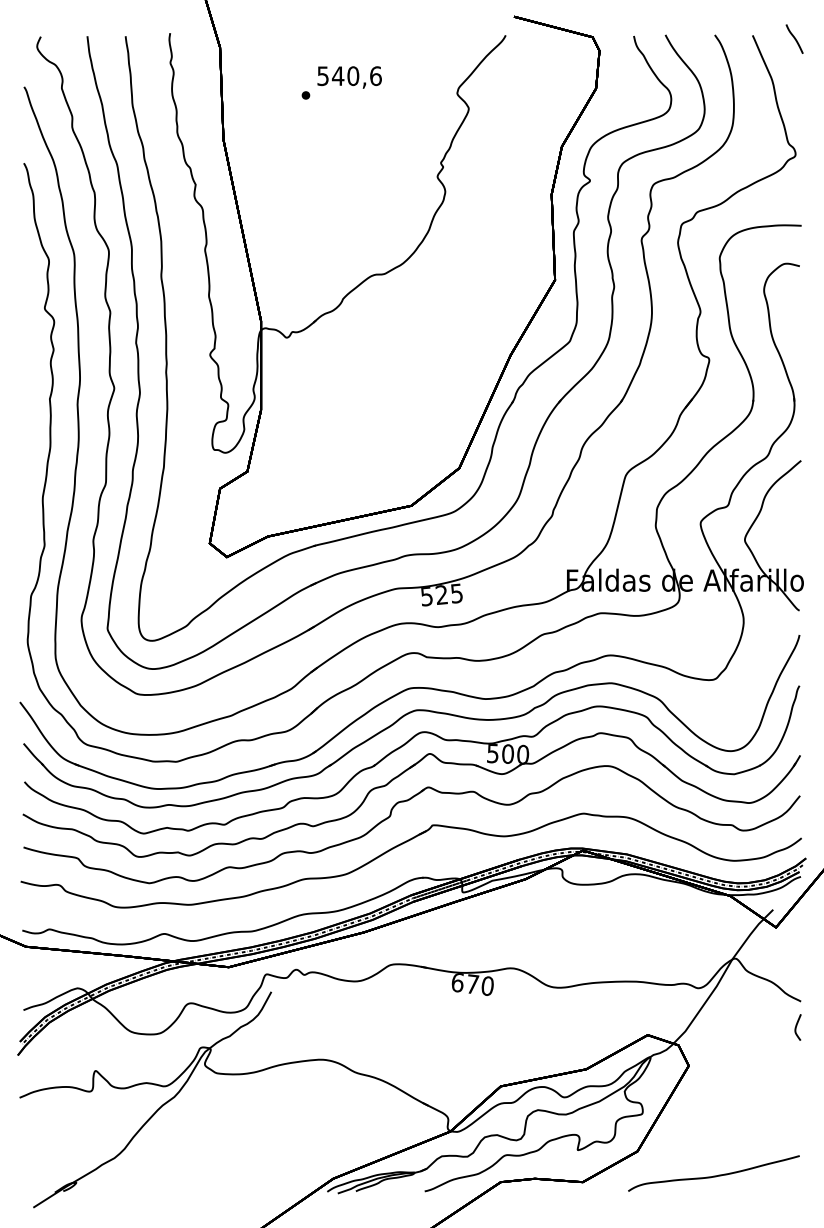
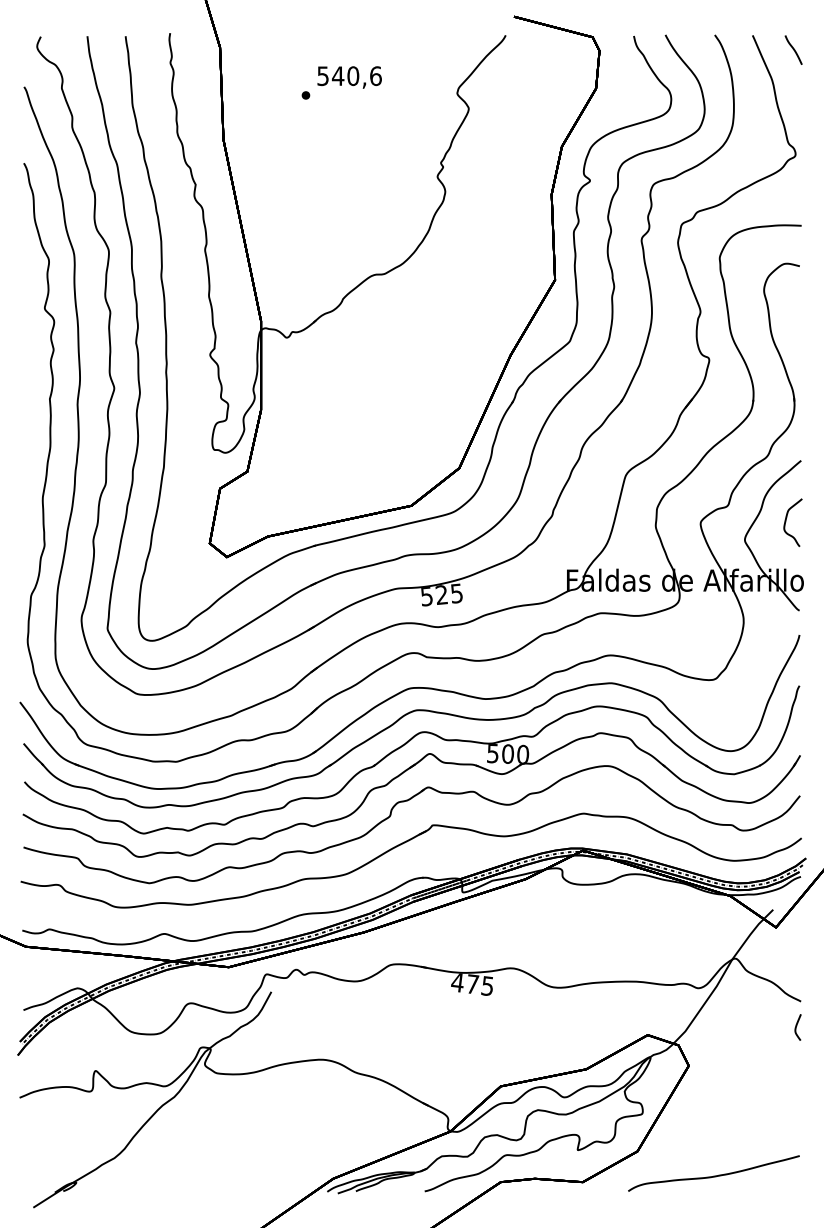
curve at (794, 38) position: (794, 38) -> (793, 49)
curve at (786, 522): none -> present
text at (472, 984): 670 -> 475
